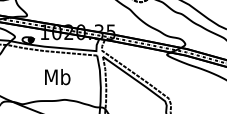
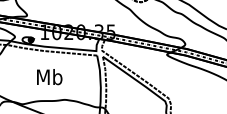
text at (57, 77) position: (57, 77) -> (49, 77)
